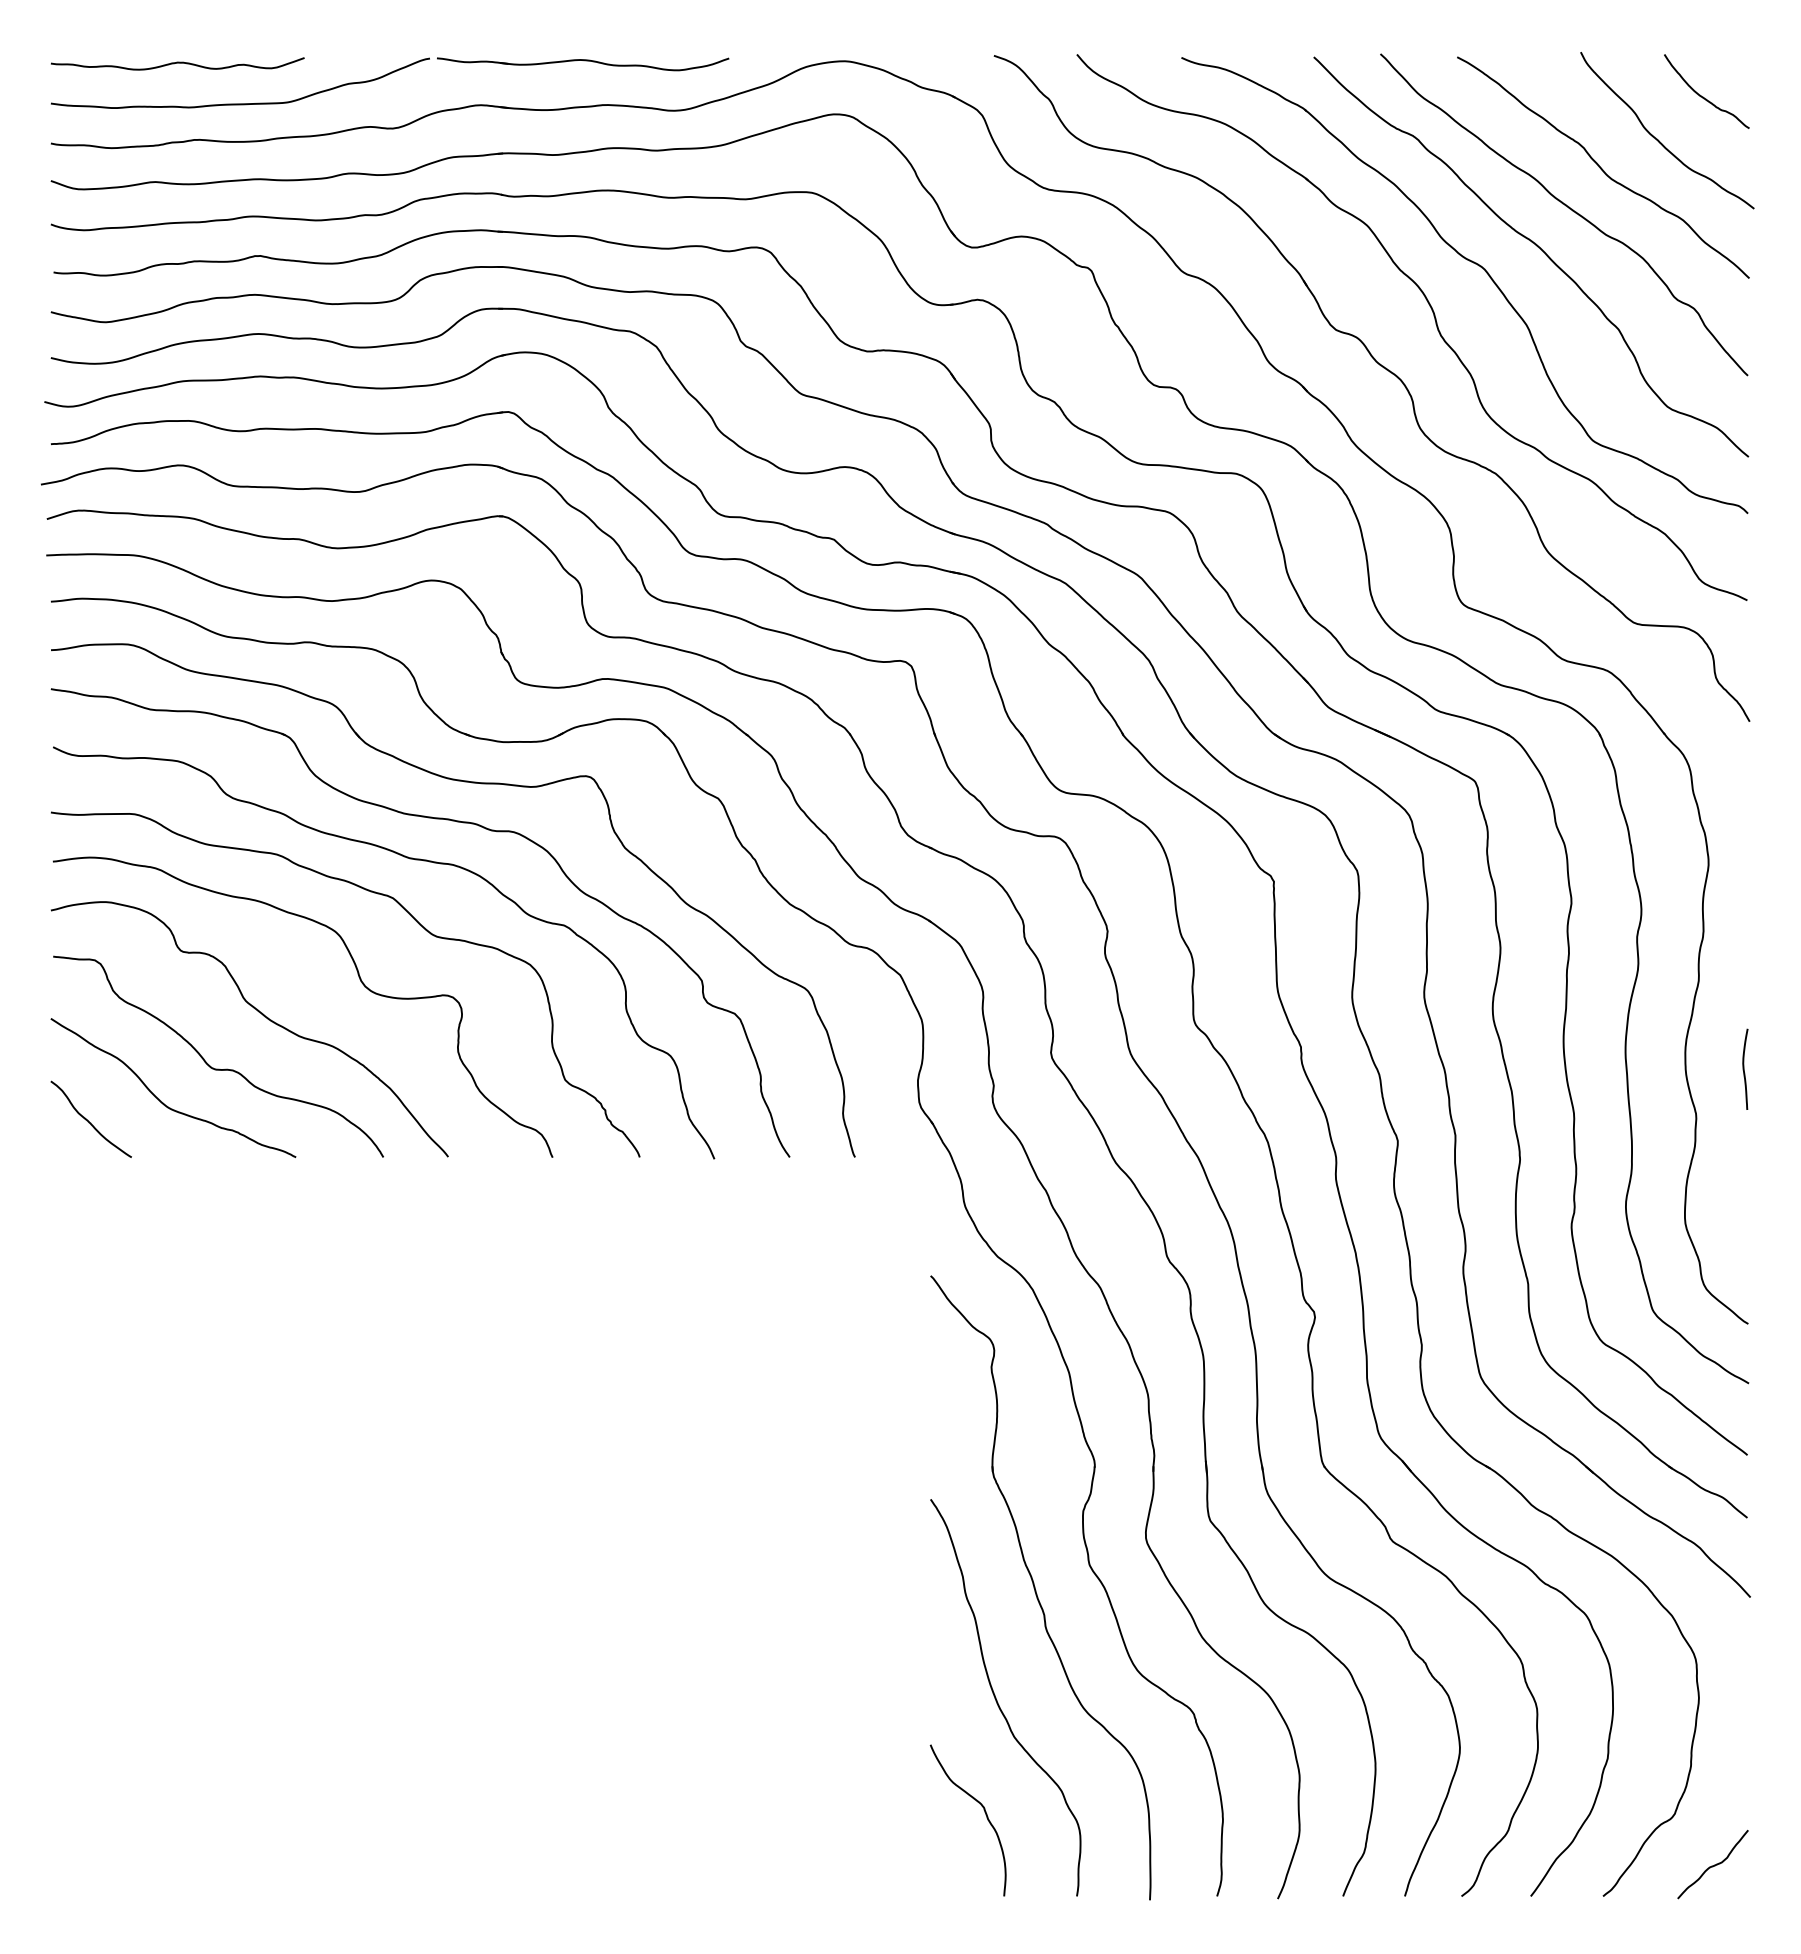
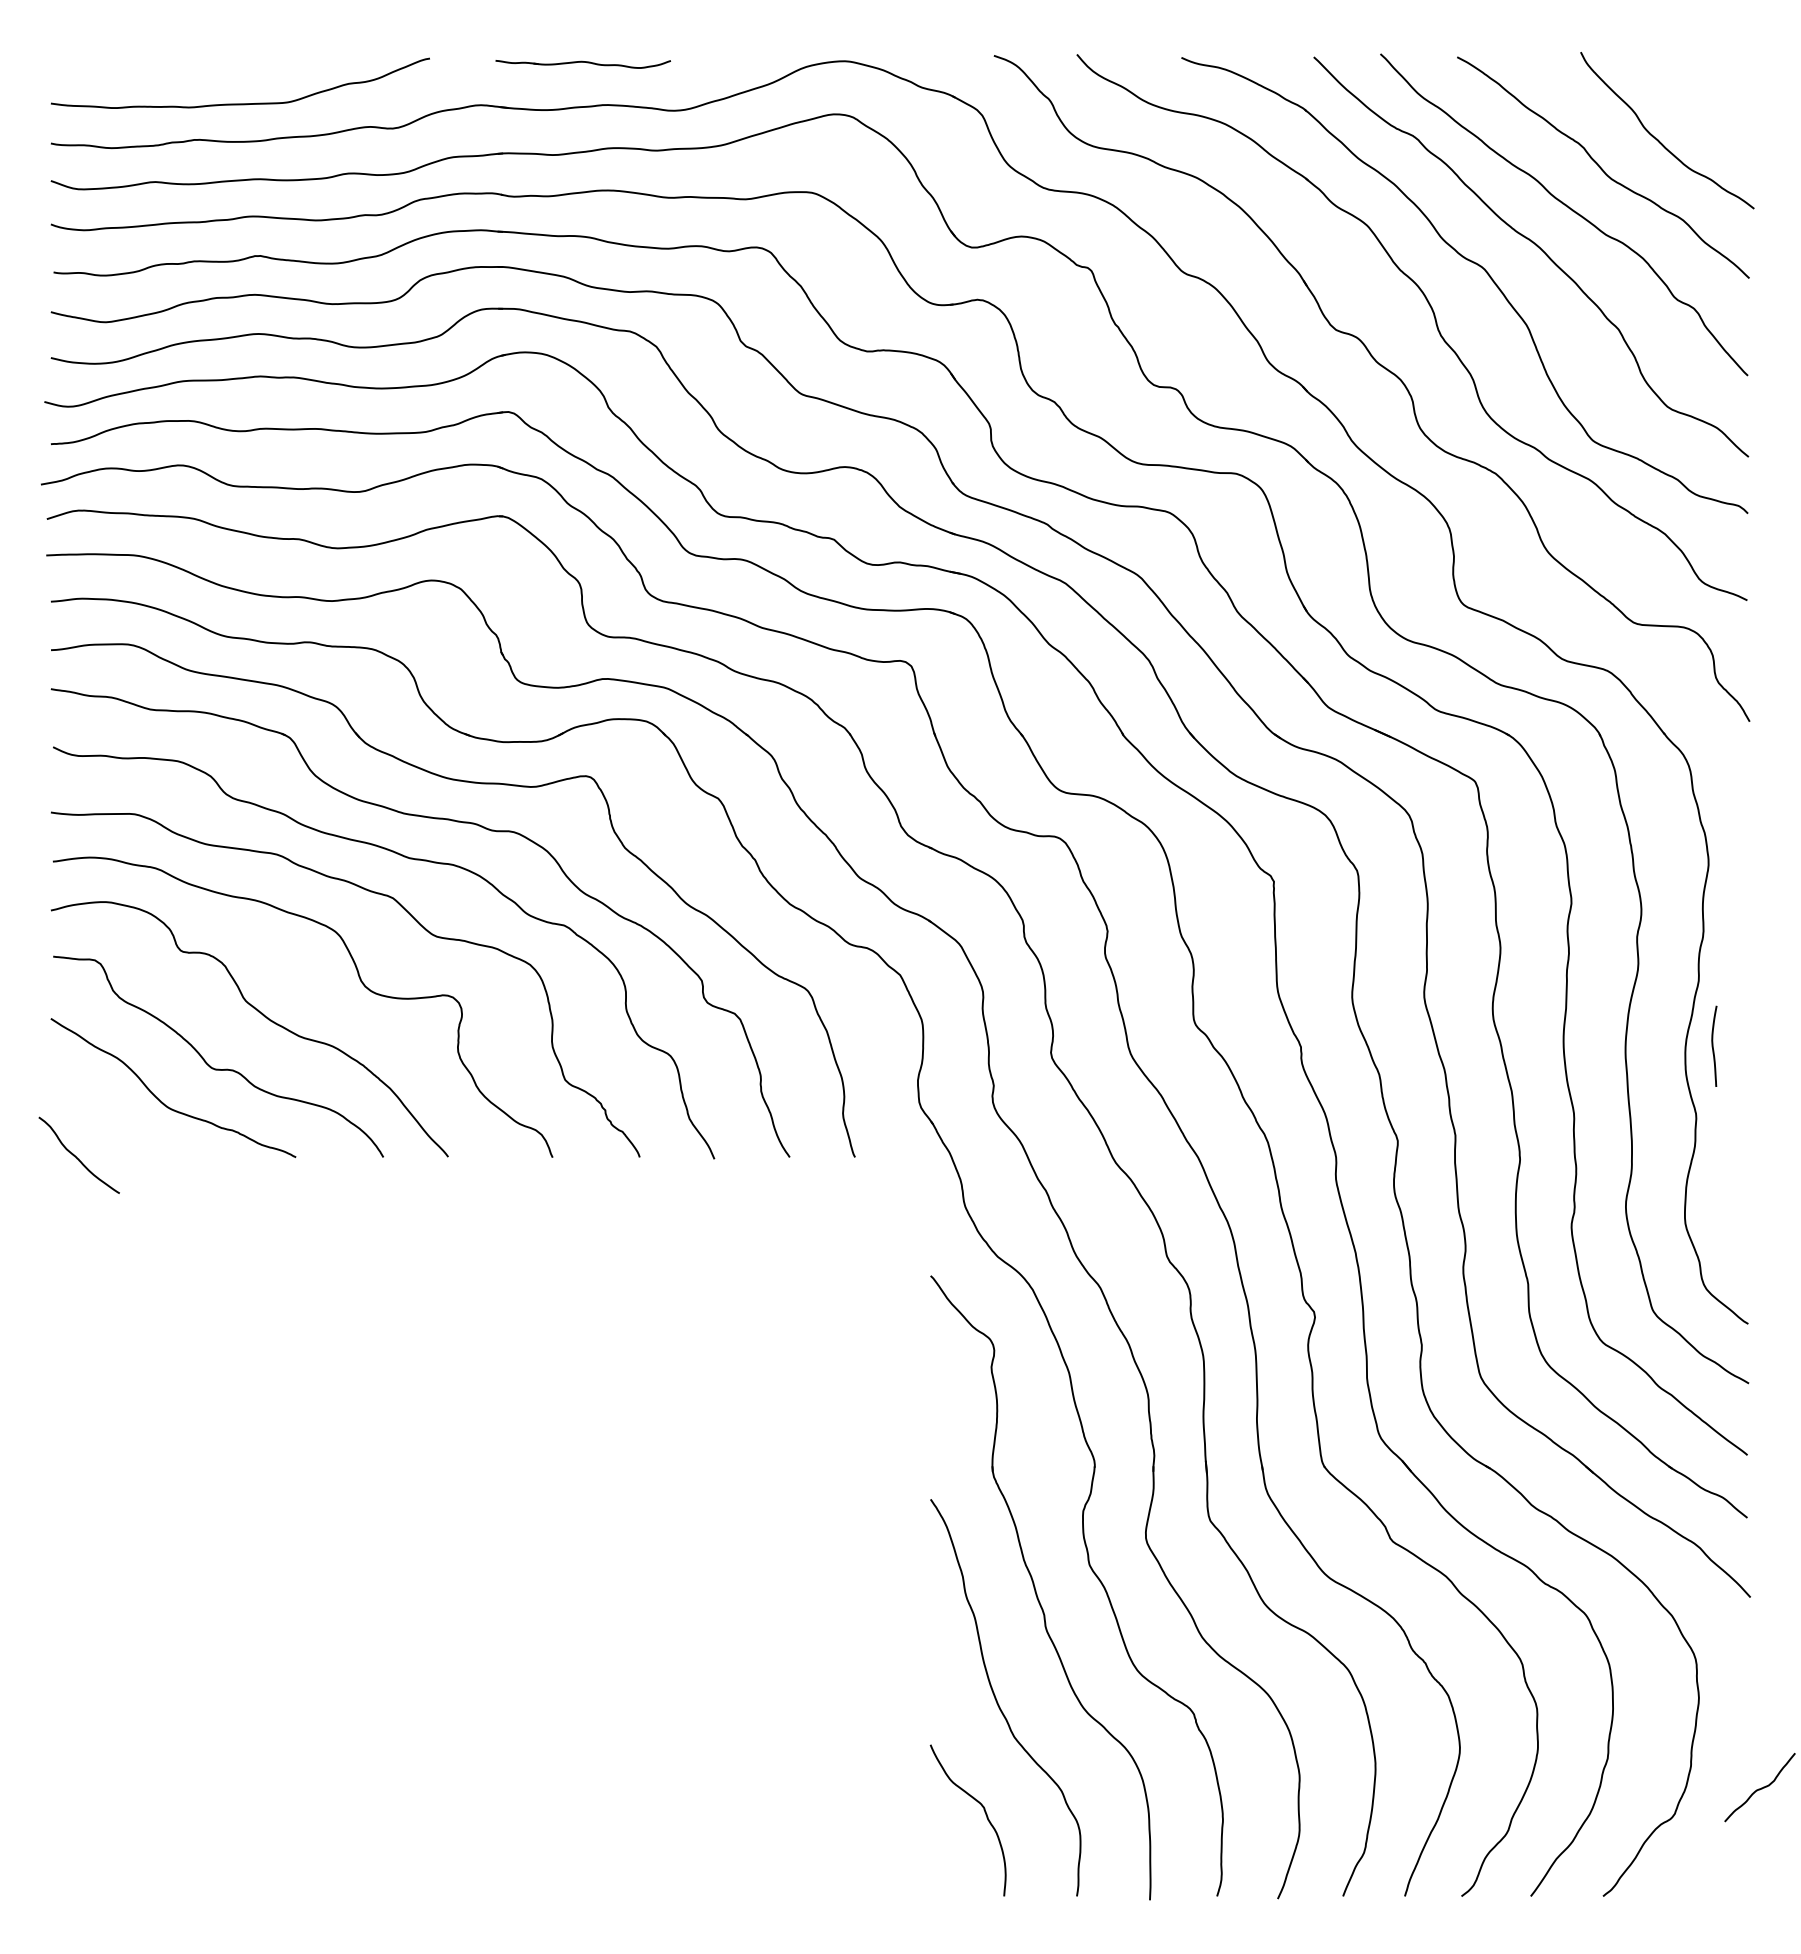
curve at (177, 63): present -> none
part at (583, 64) size: 293x15 px -> 176x9 px
curve at (1703, 96): present -> none
curve at (1744, 1068) position: (1744, 1068) -> (1713, 1045)
curve at (88, 1120) position: (88, 1120) -> (76, 1156)
curve at (1712, 1865) position: (1712, 1865) -> (1759, 1788)
